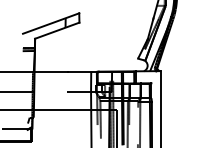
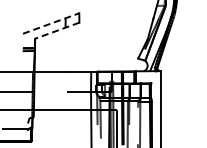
line at (51, 23): solid -> dashed
line at (57, 30): solid -> dashed
